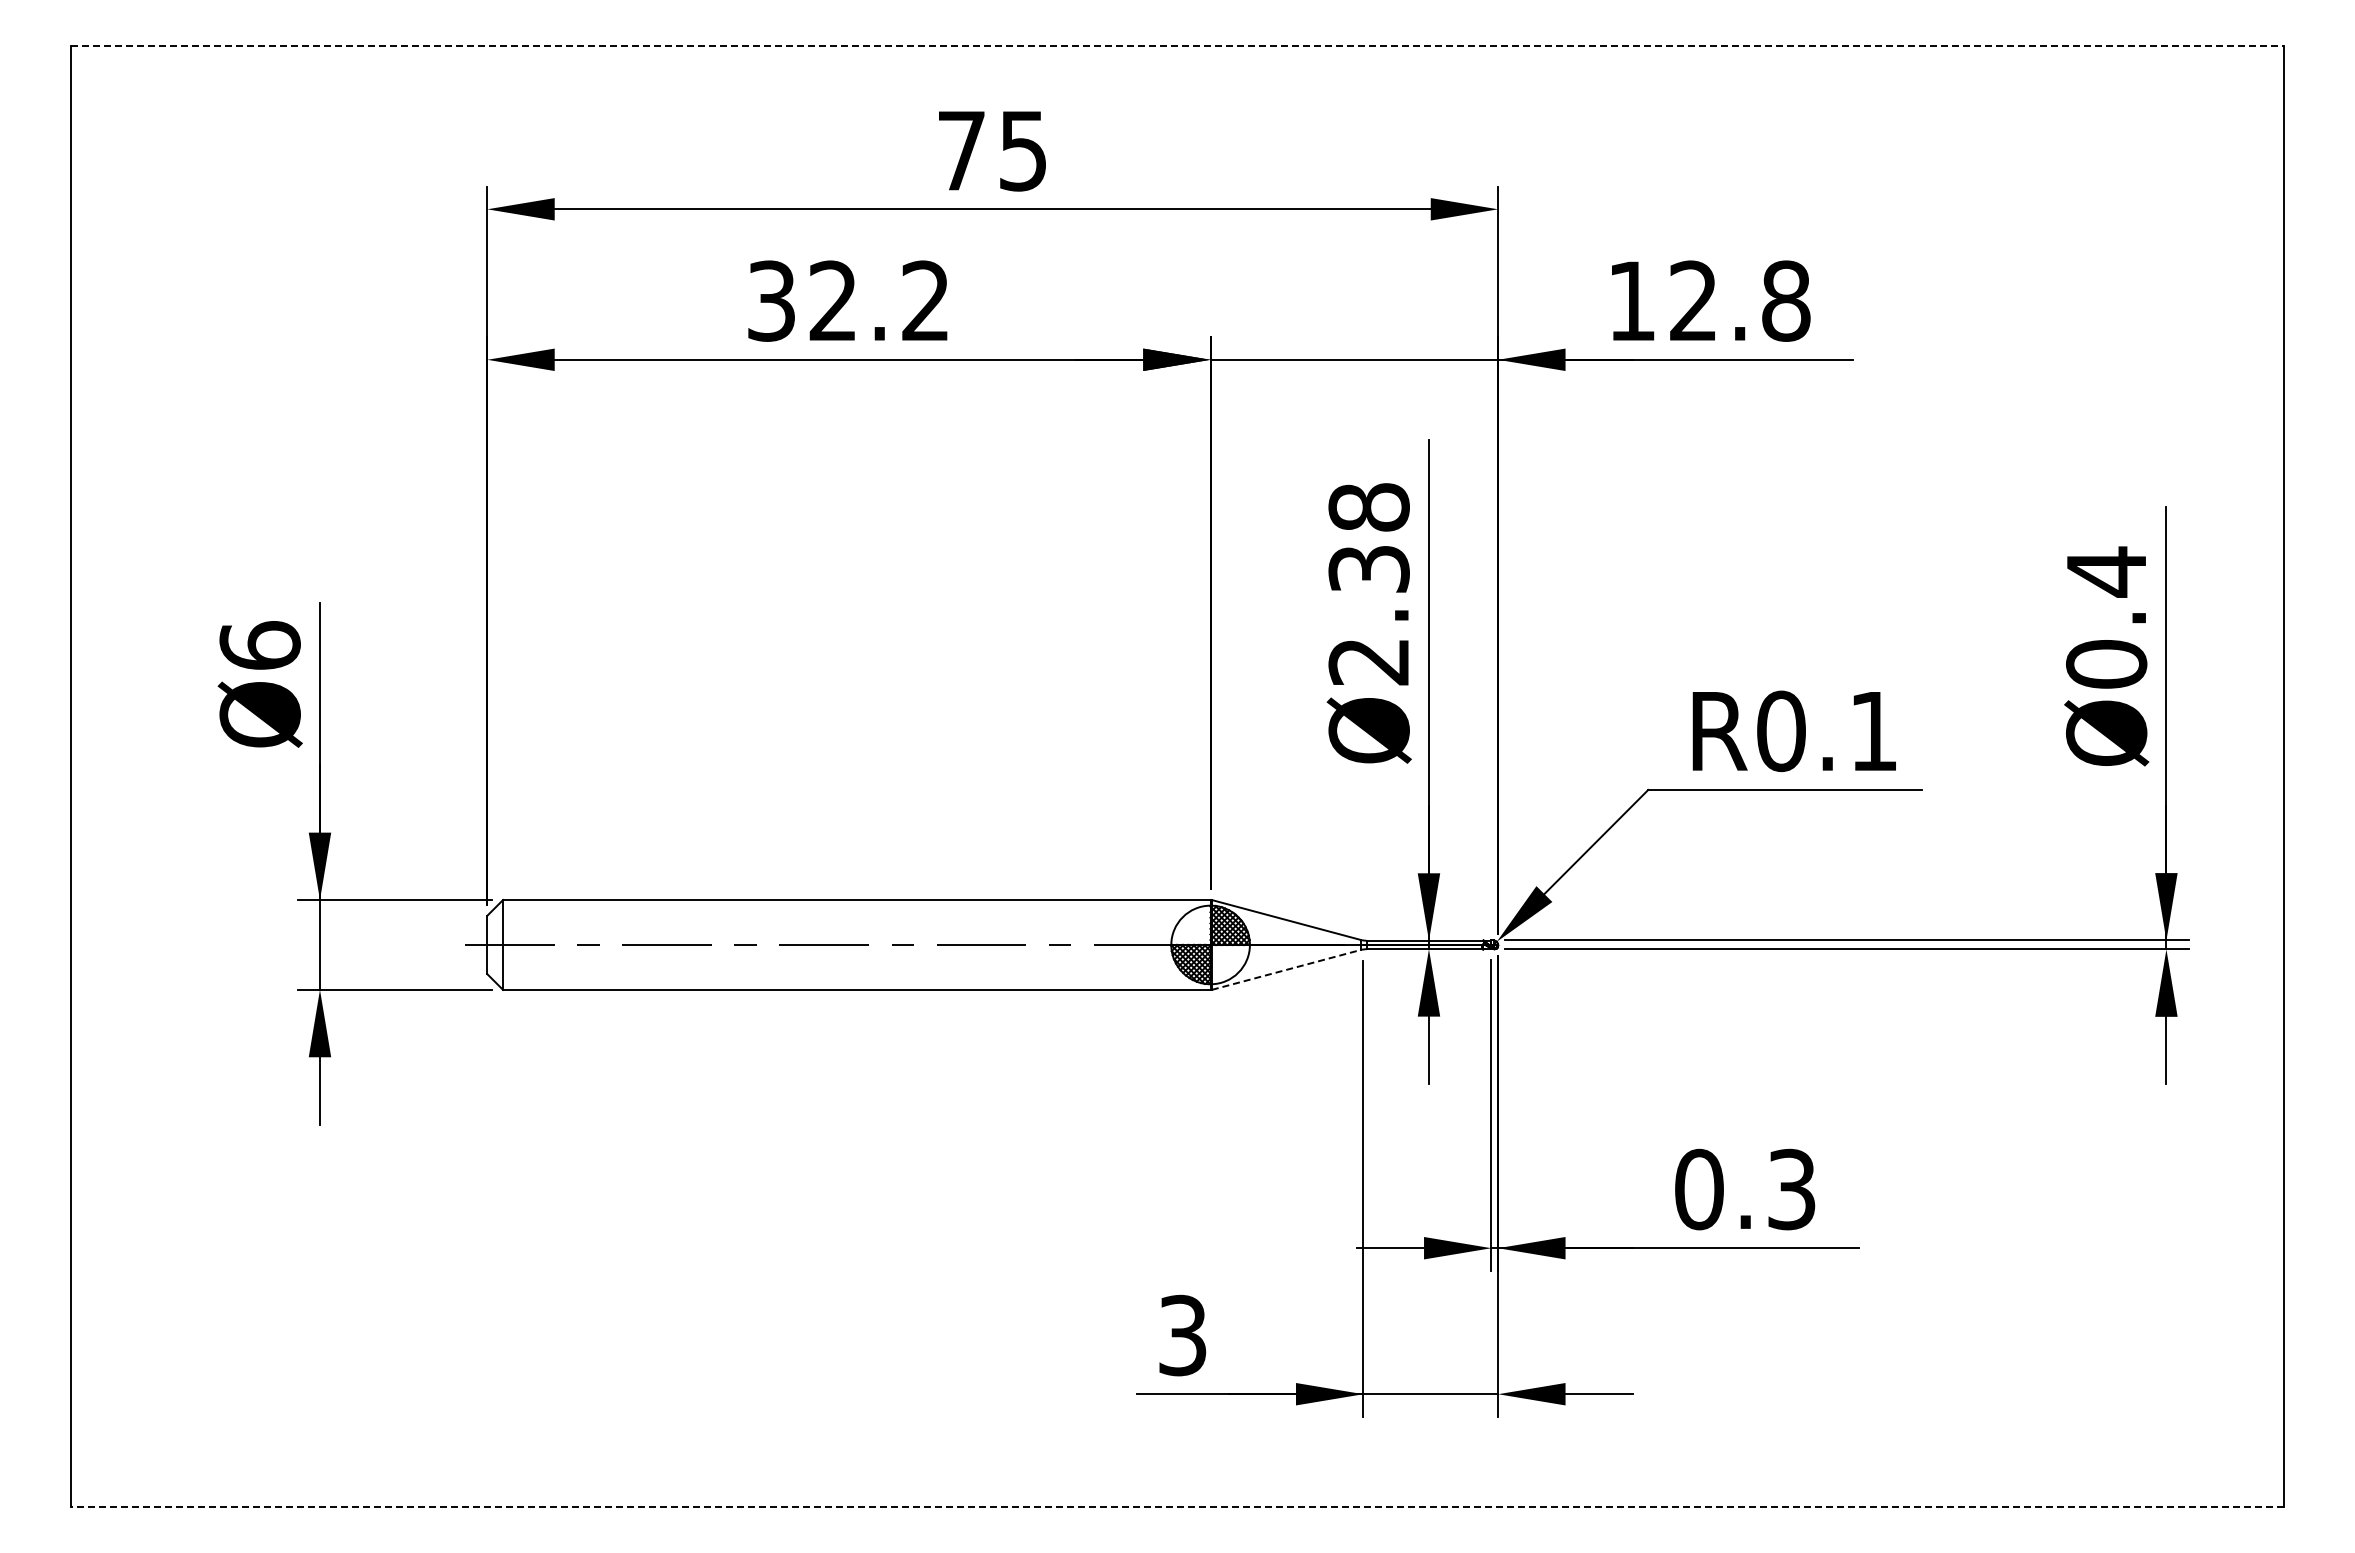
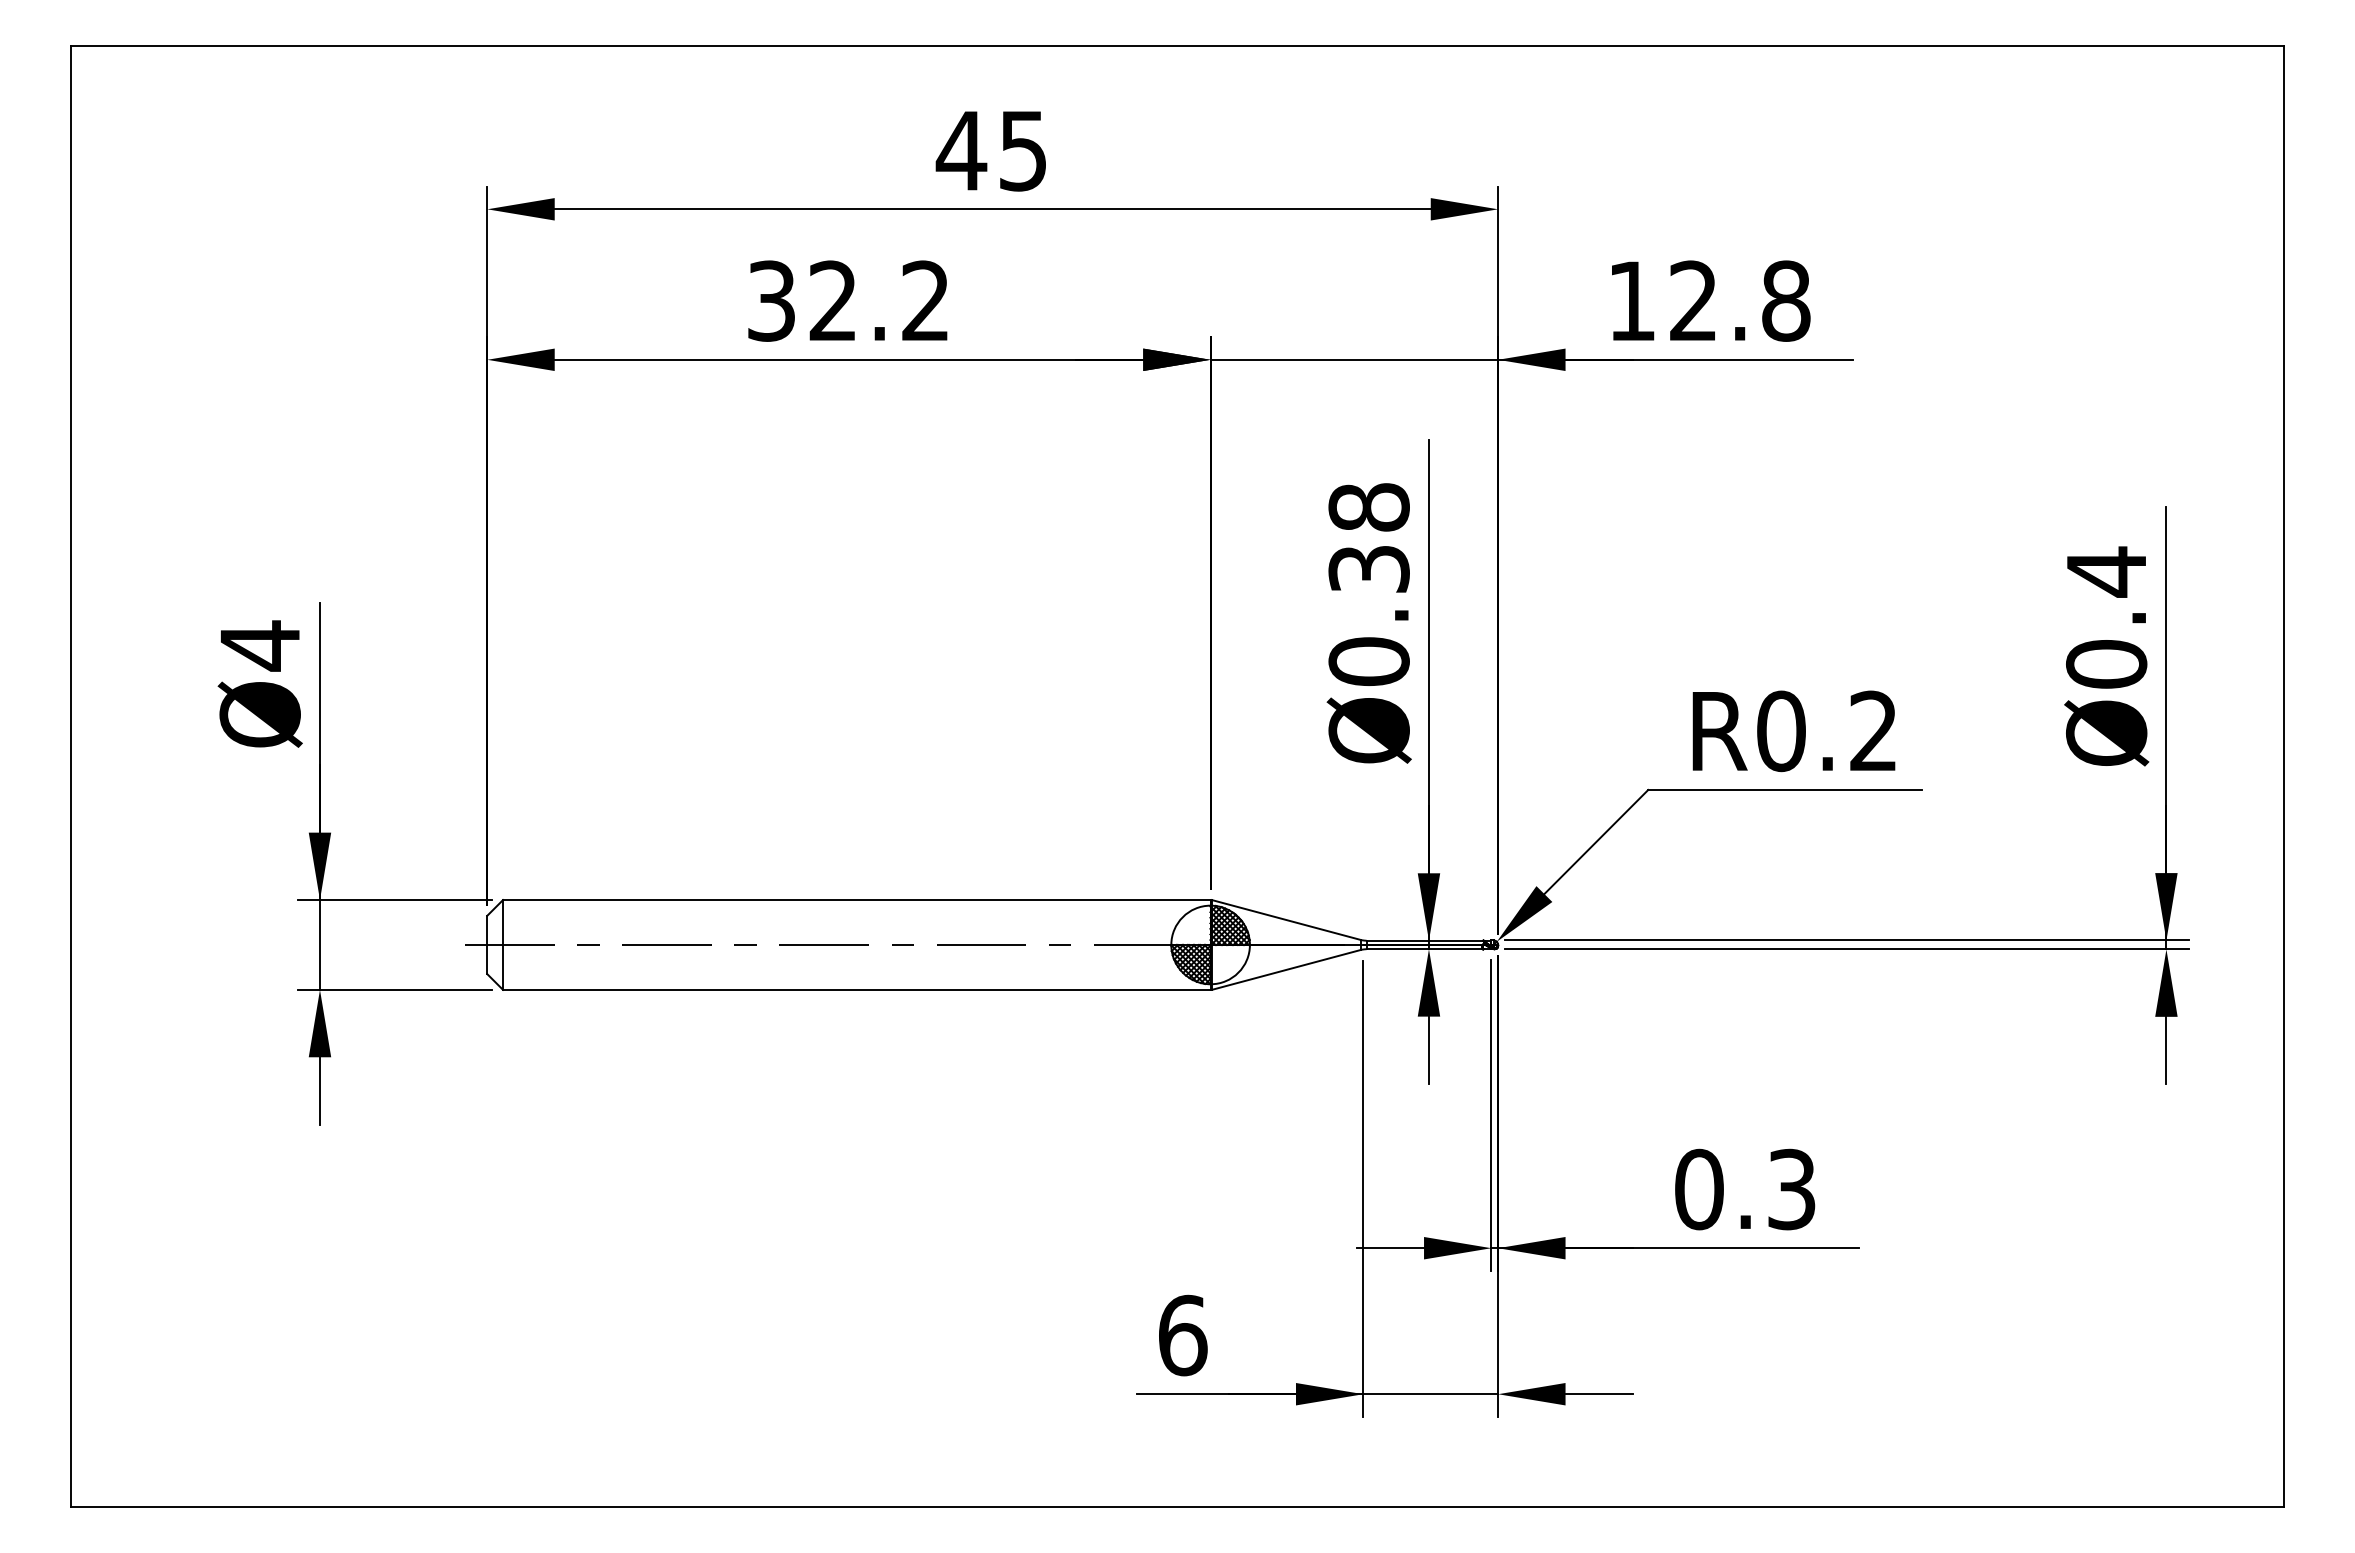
line at (1177, 46): dashed -> solid
text at (961, 150): 75 -> 45
text at (259, 645): Ø6 -> Ø4
text at (1368, 661): Ø2.38 -> Ø0.38
text at (1872, 730): R0.1 -> R0.2
line at (1286, 969): dashed -> solid
text at (1183, 1335): 3 -> 6
line at (1177, 1506): dashed -> solid
